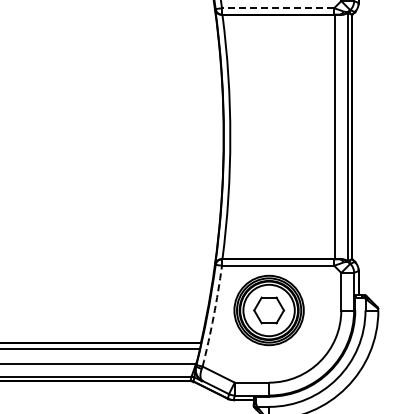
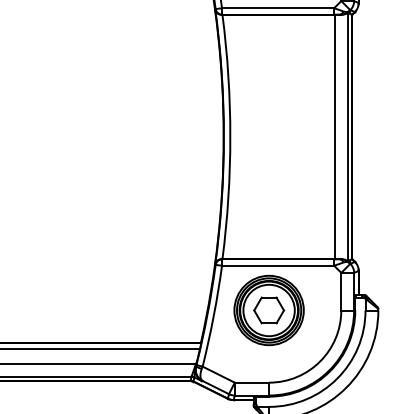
line at (277, 8): dashed -> solid
arc at (213, 316): dashed -> solid
